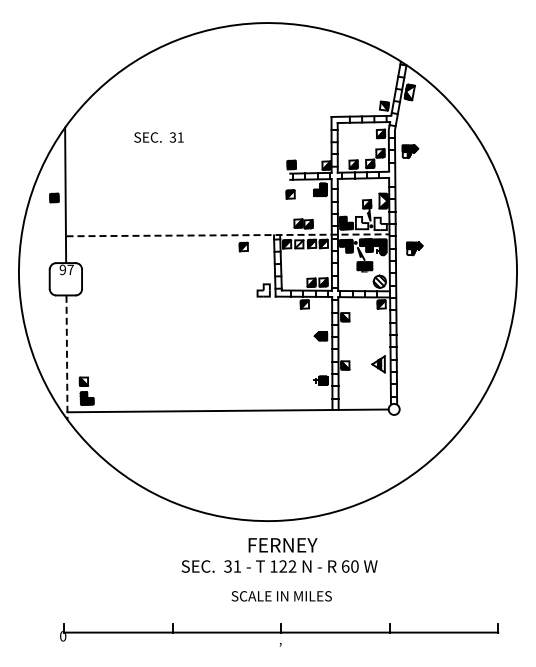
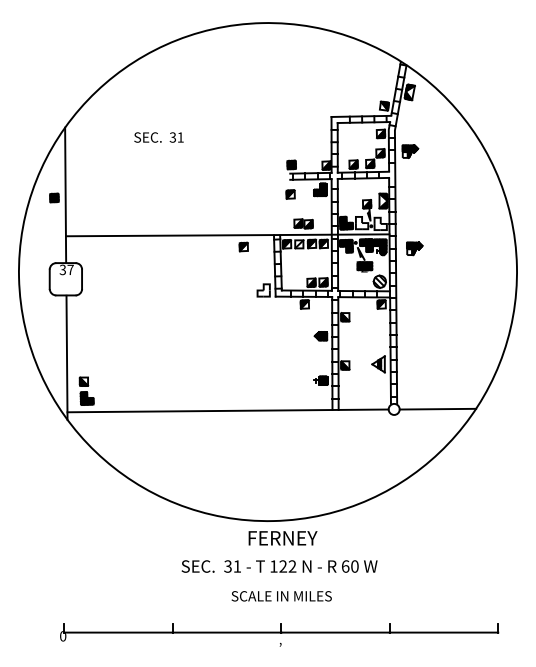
line at (228, 235): dashed -> solid
text at (62, 270): 97 -> 37
line at (67, 358): dashed -> solid
line at (437, 408): none -> present
text at (282, 545) position: (282, 545) -> (282, 538)
